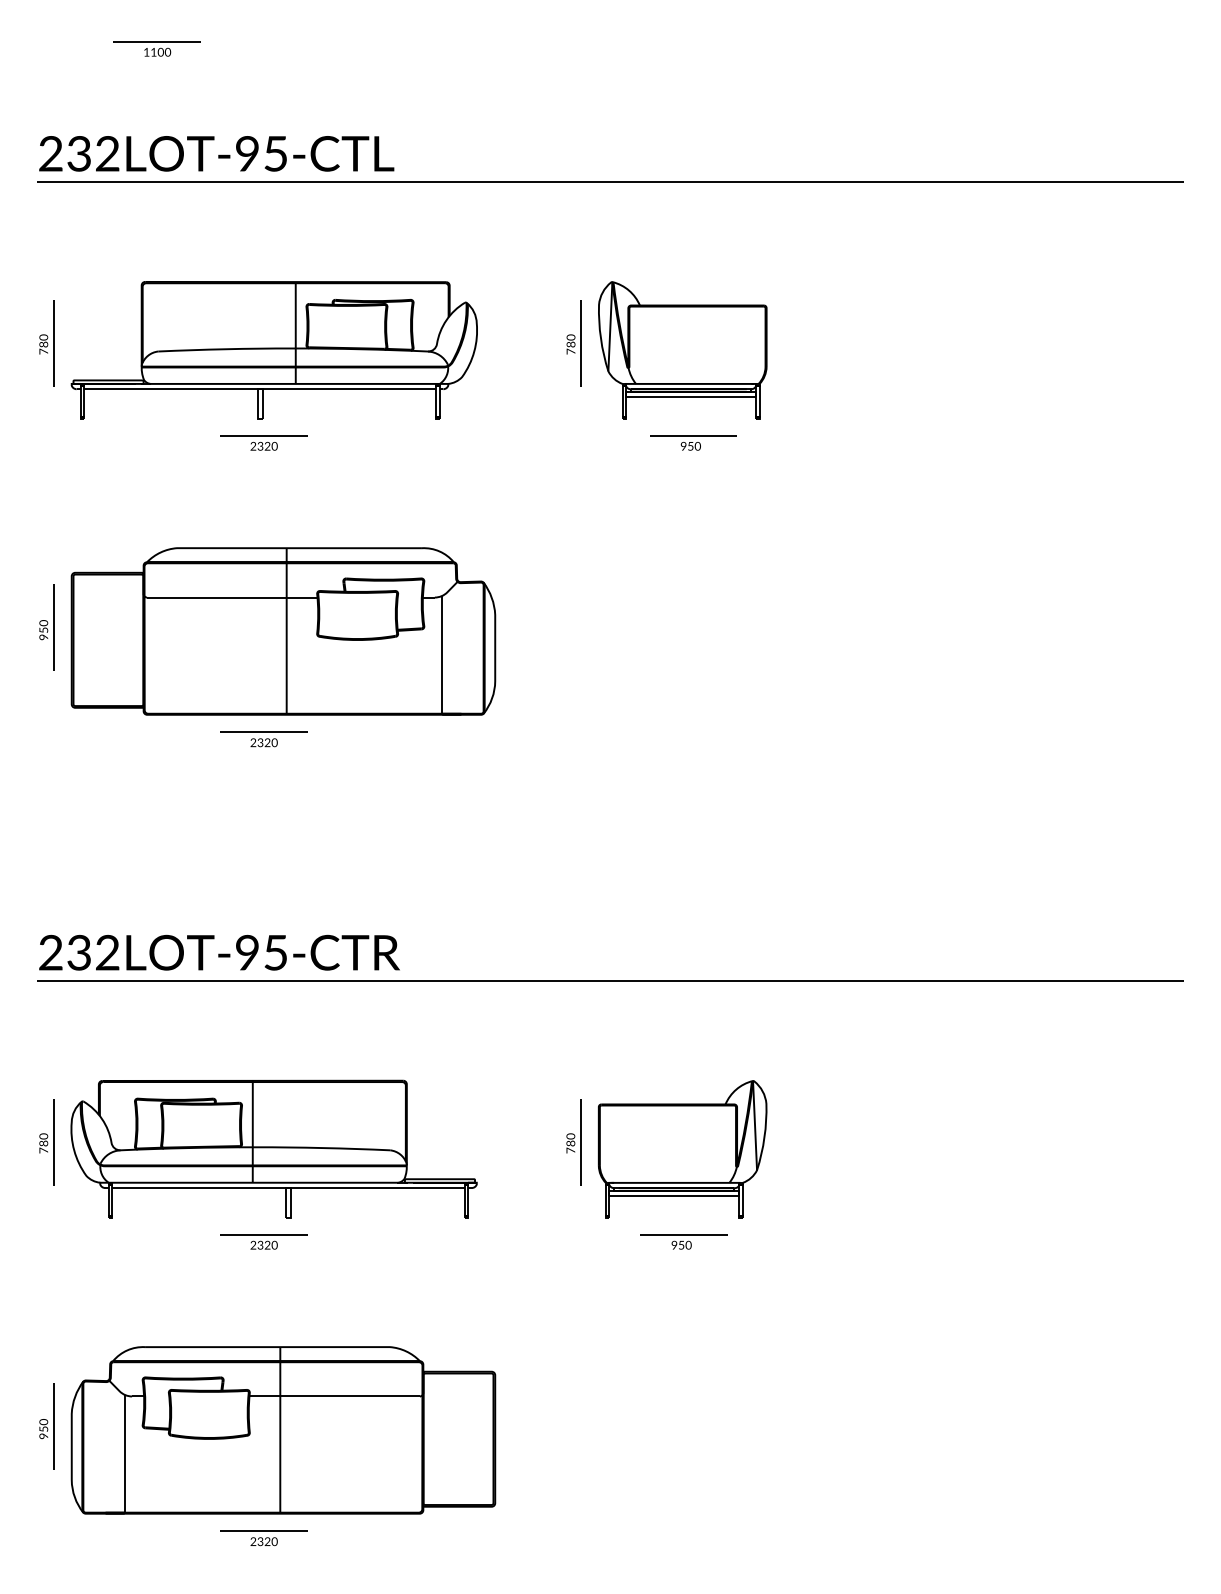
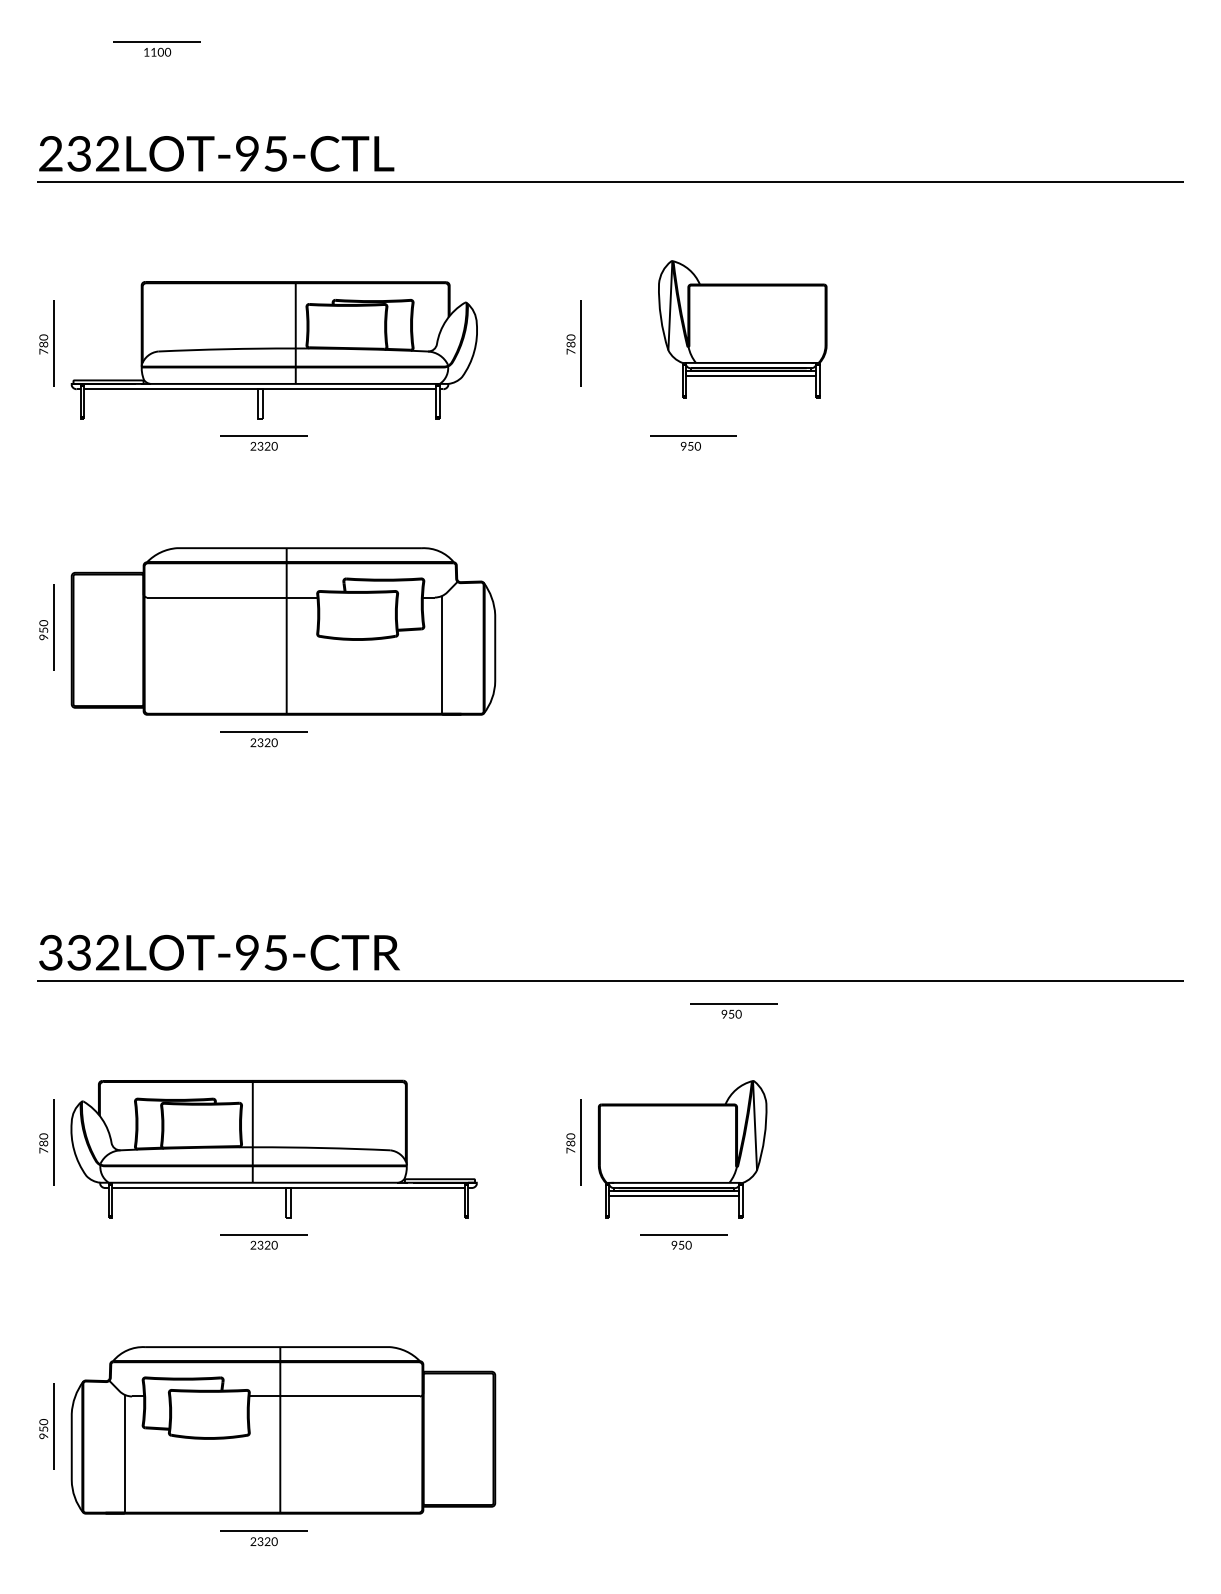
part at (682, 350) position: (682, 350) -> (742, 329)
text at (50, 953): 232LOT-95-CTR -> 332LOT-95-CTR
part at (733, 1010): none -> present
